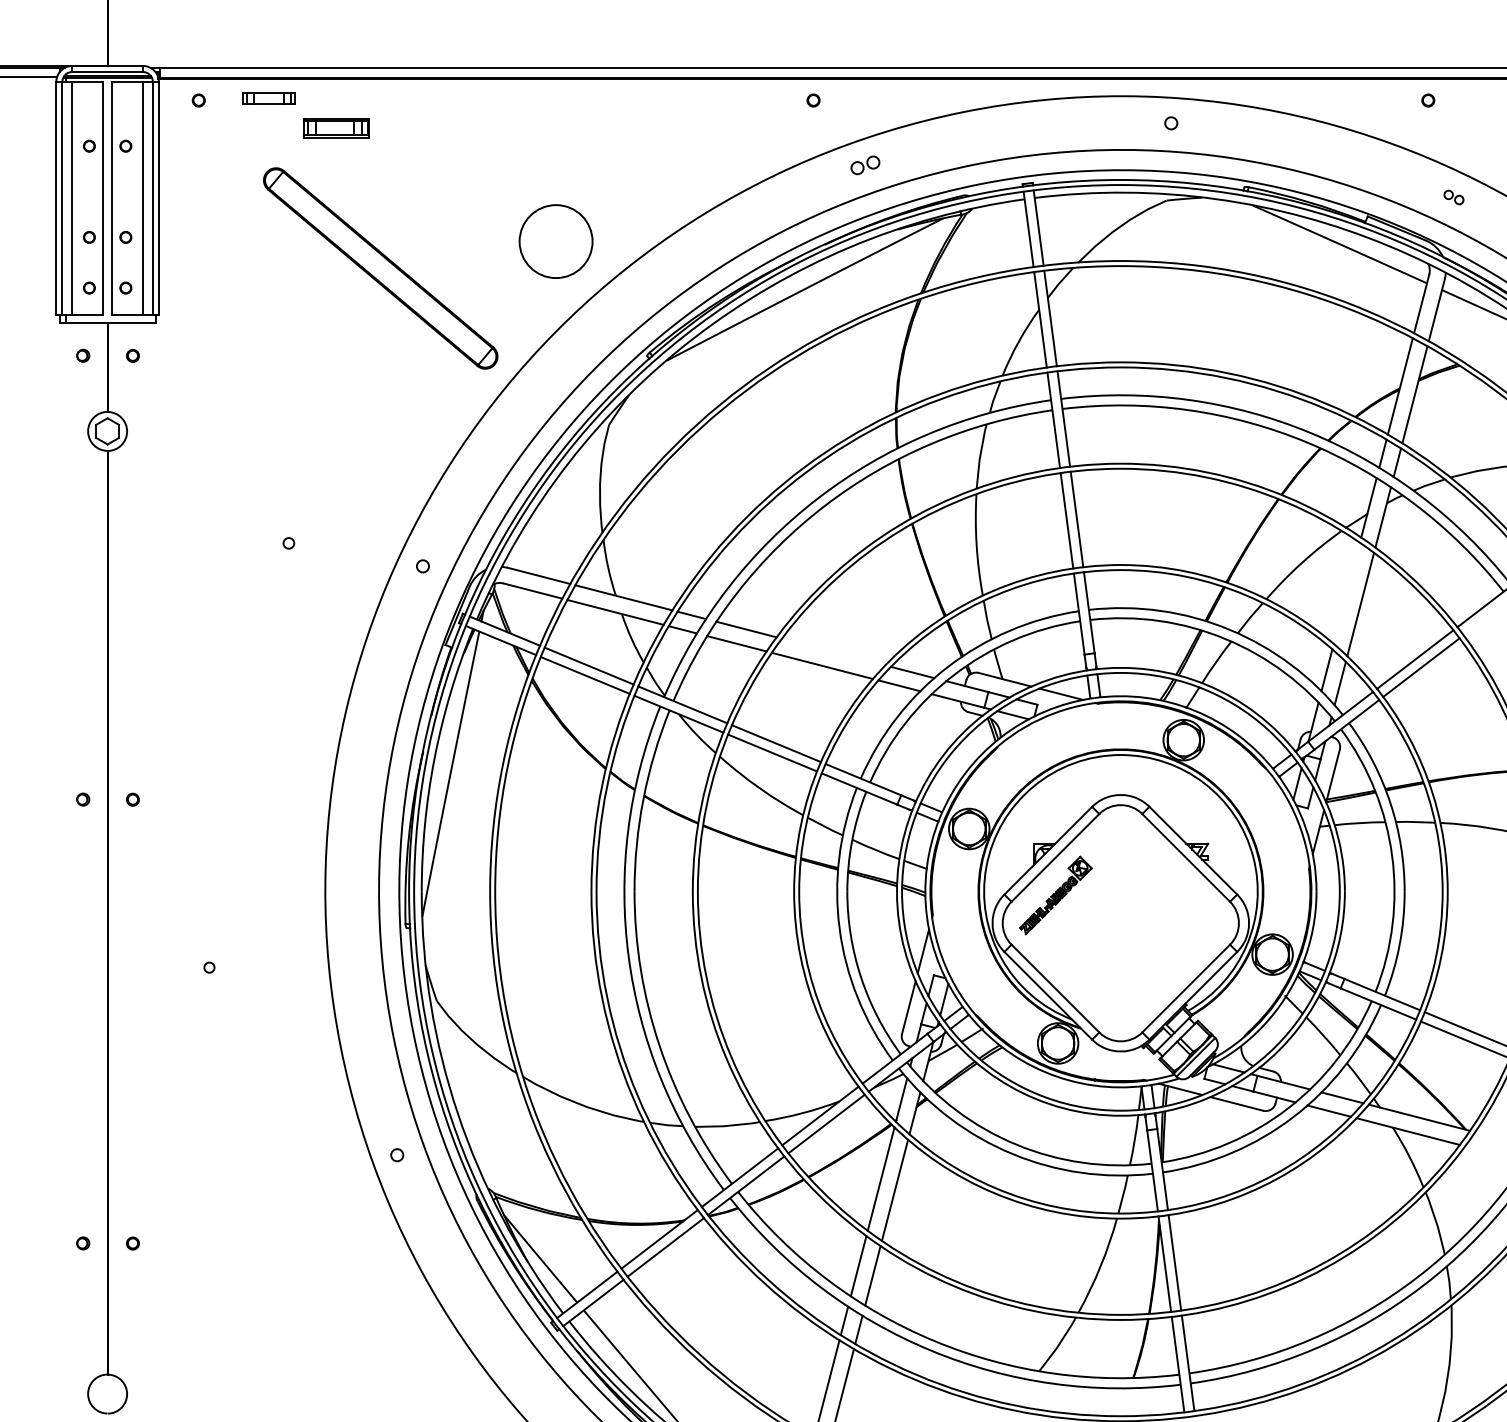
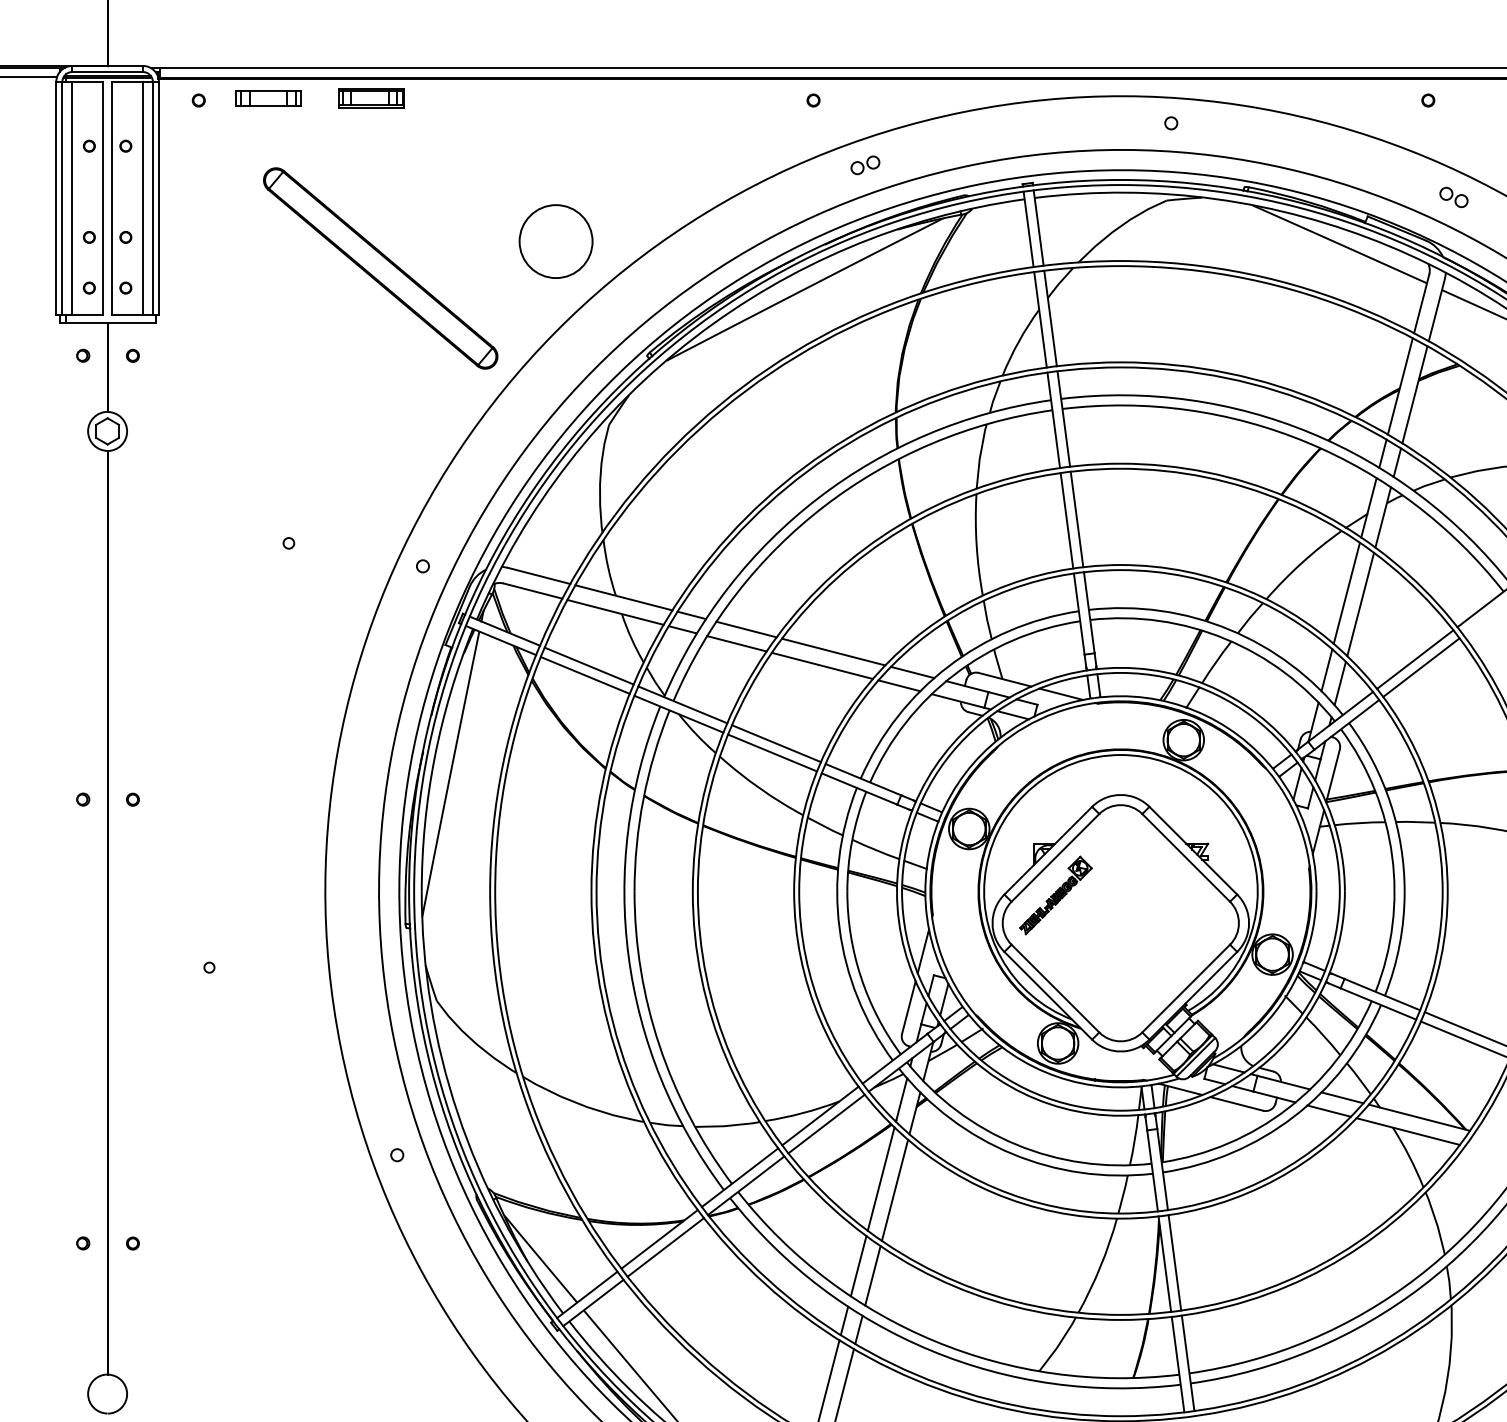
part at (268, 98) size: 54x13 px -> 67x17 px
part at (336, 128) position: (336, 128) -> (371, 98)
part at (1453, 197) size: 22x17 px -> 30x23 px
line at (1346, 592): none -> present
line at (833, 651): none -> present
